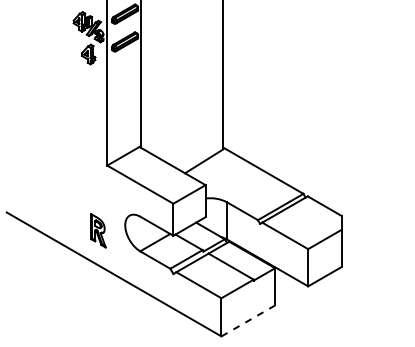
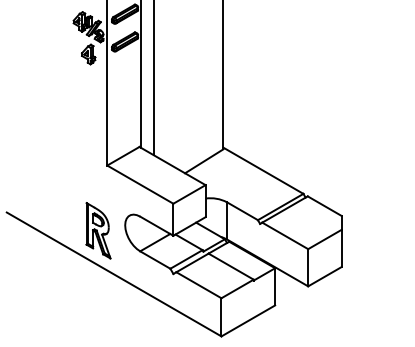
line at (154, 78): none -> present
part at (98, 230) size: 17x36 px -> 27x58 px
line at (248, 320): dashed -> solid
